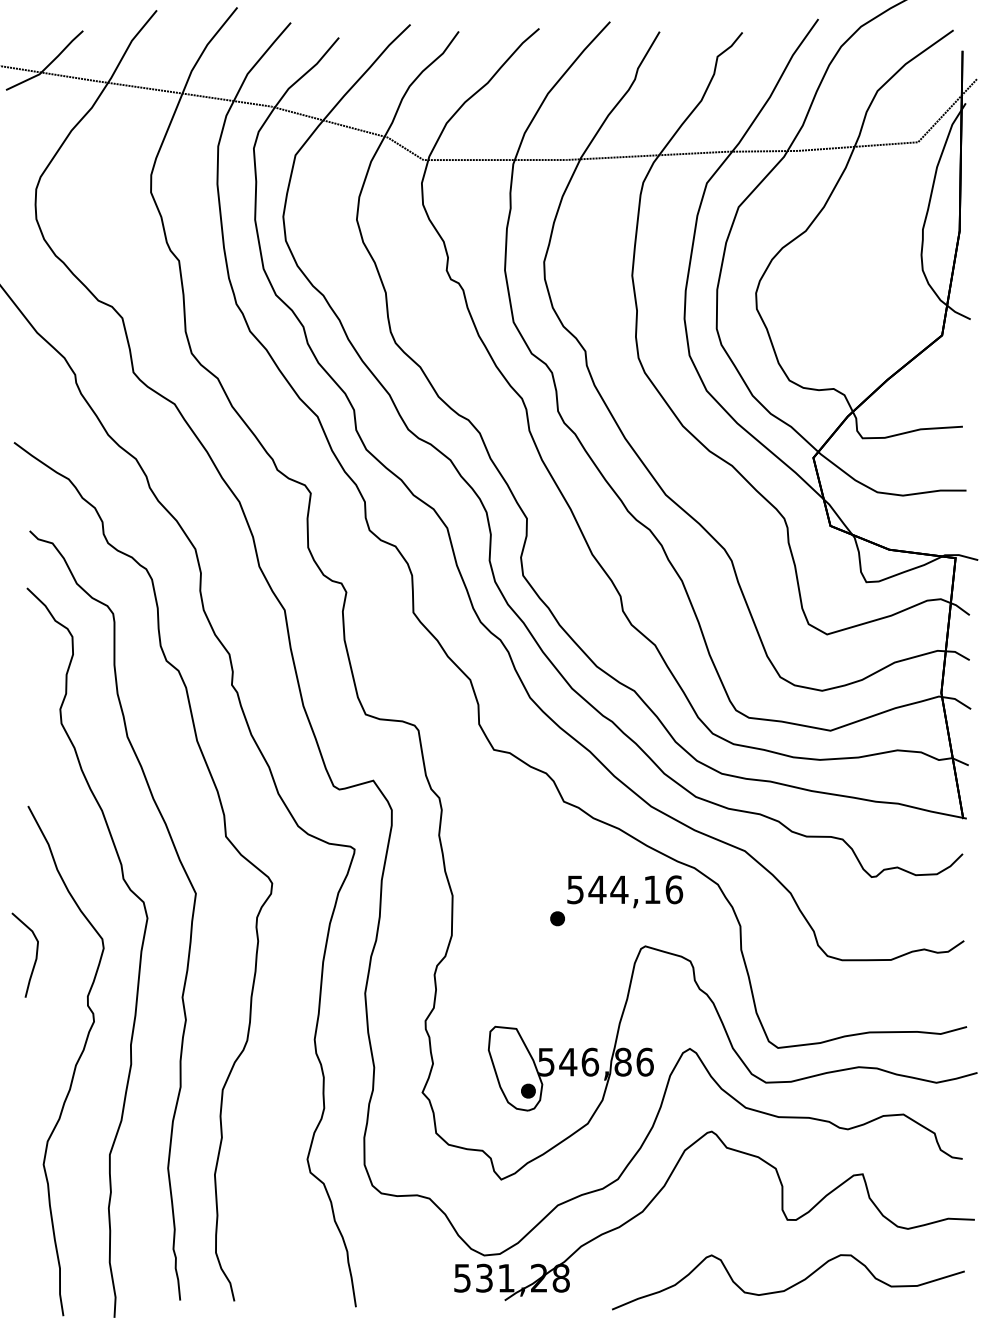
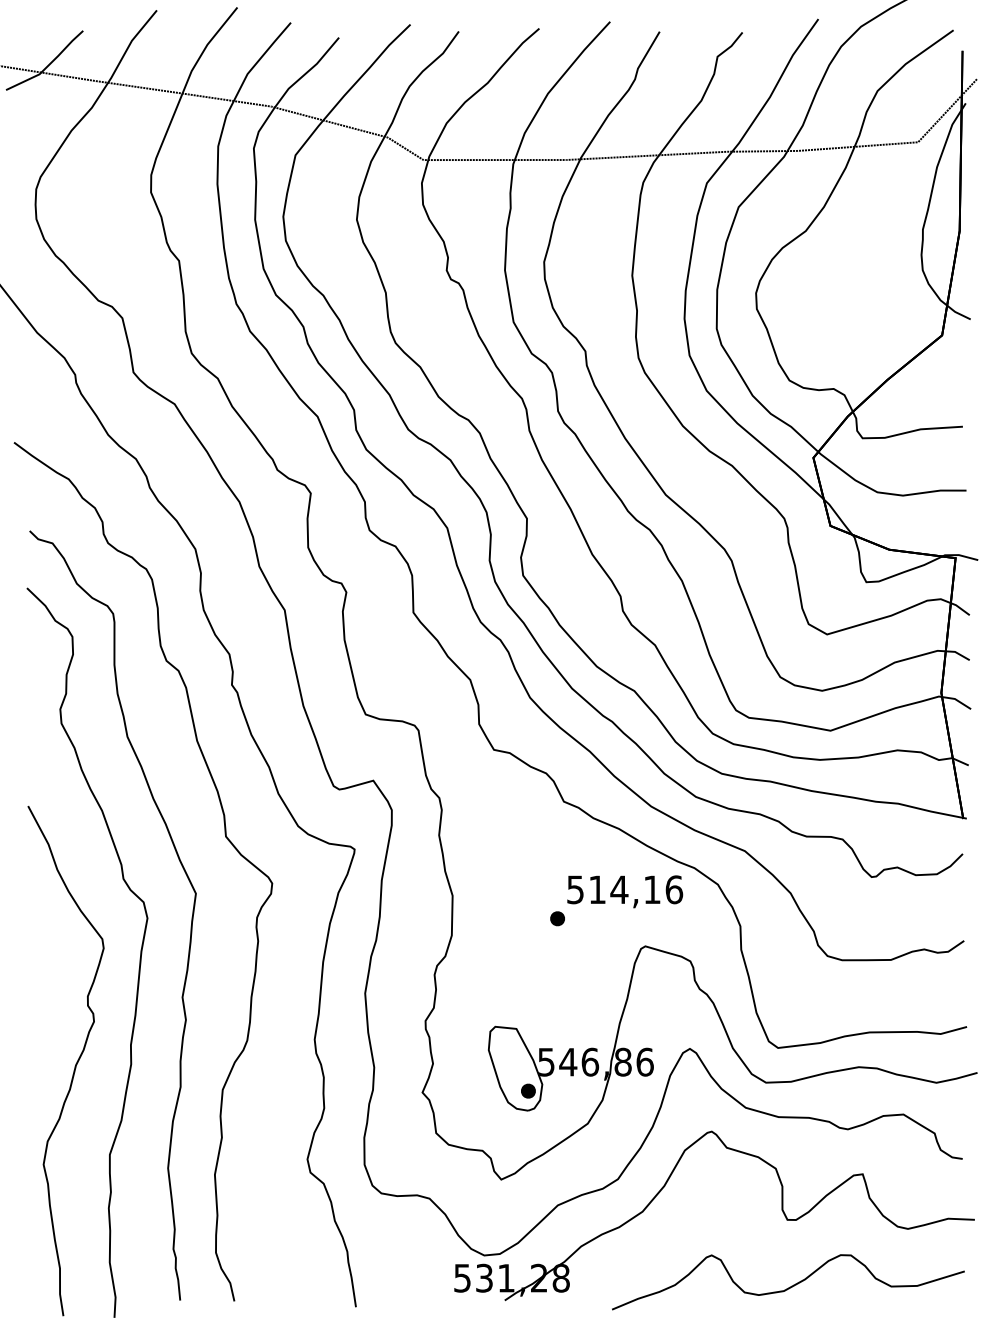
text at (597, 889): 544,16 -> 514,16
part at (35, 955): present -> none
